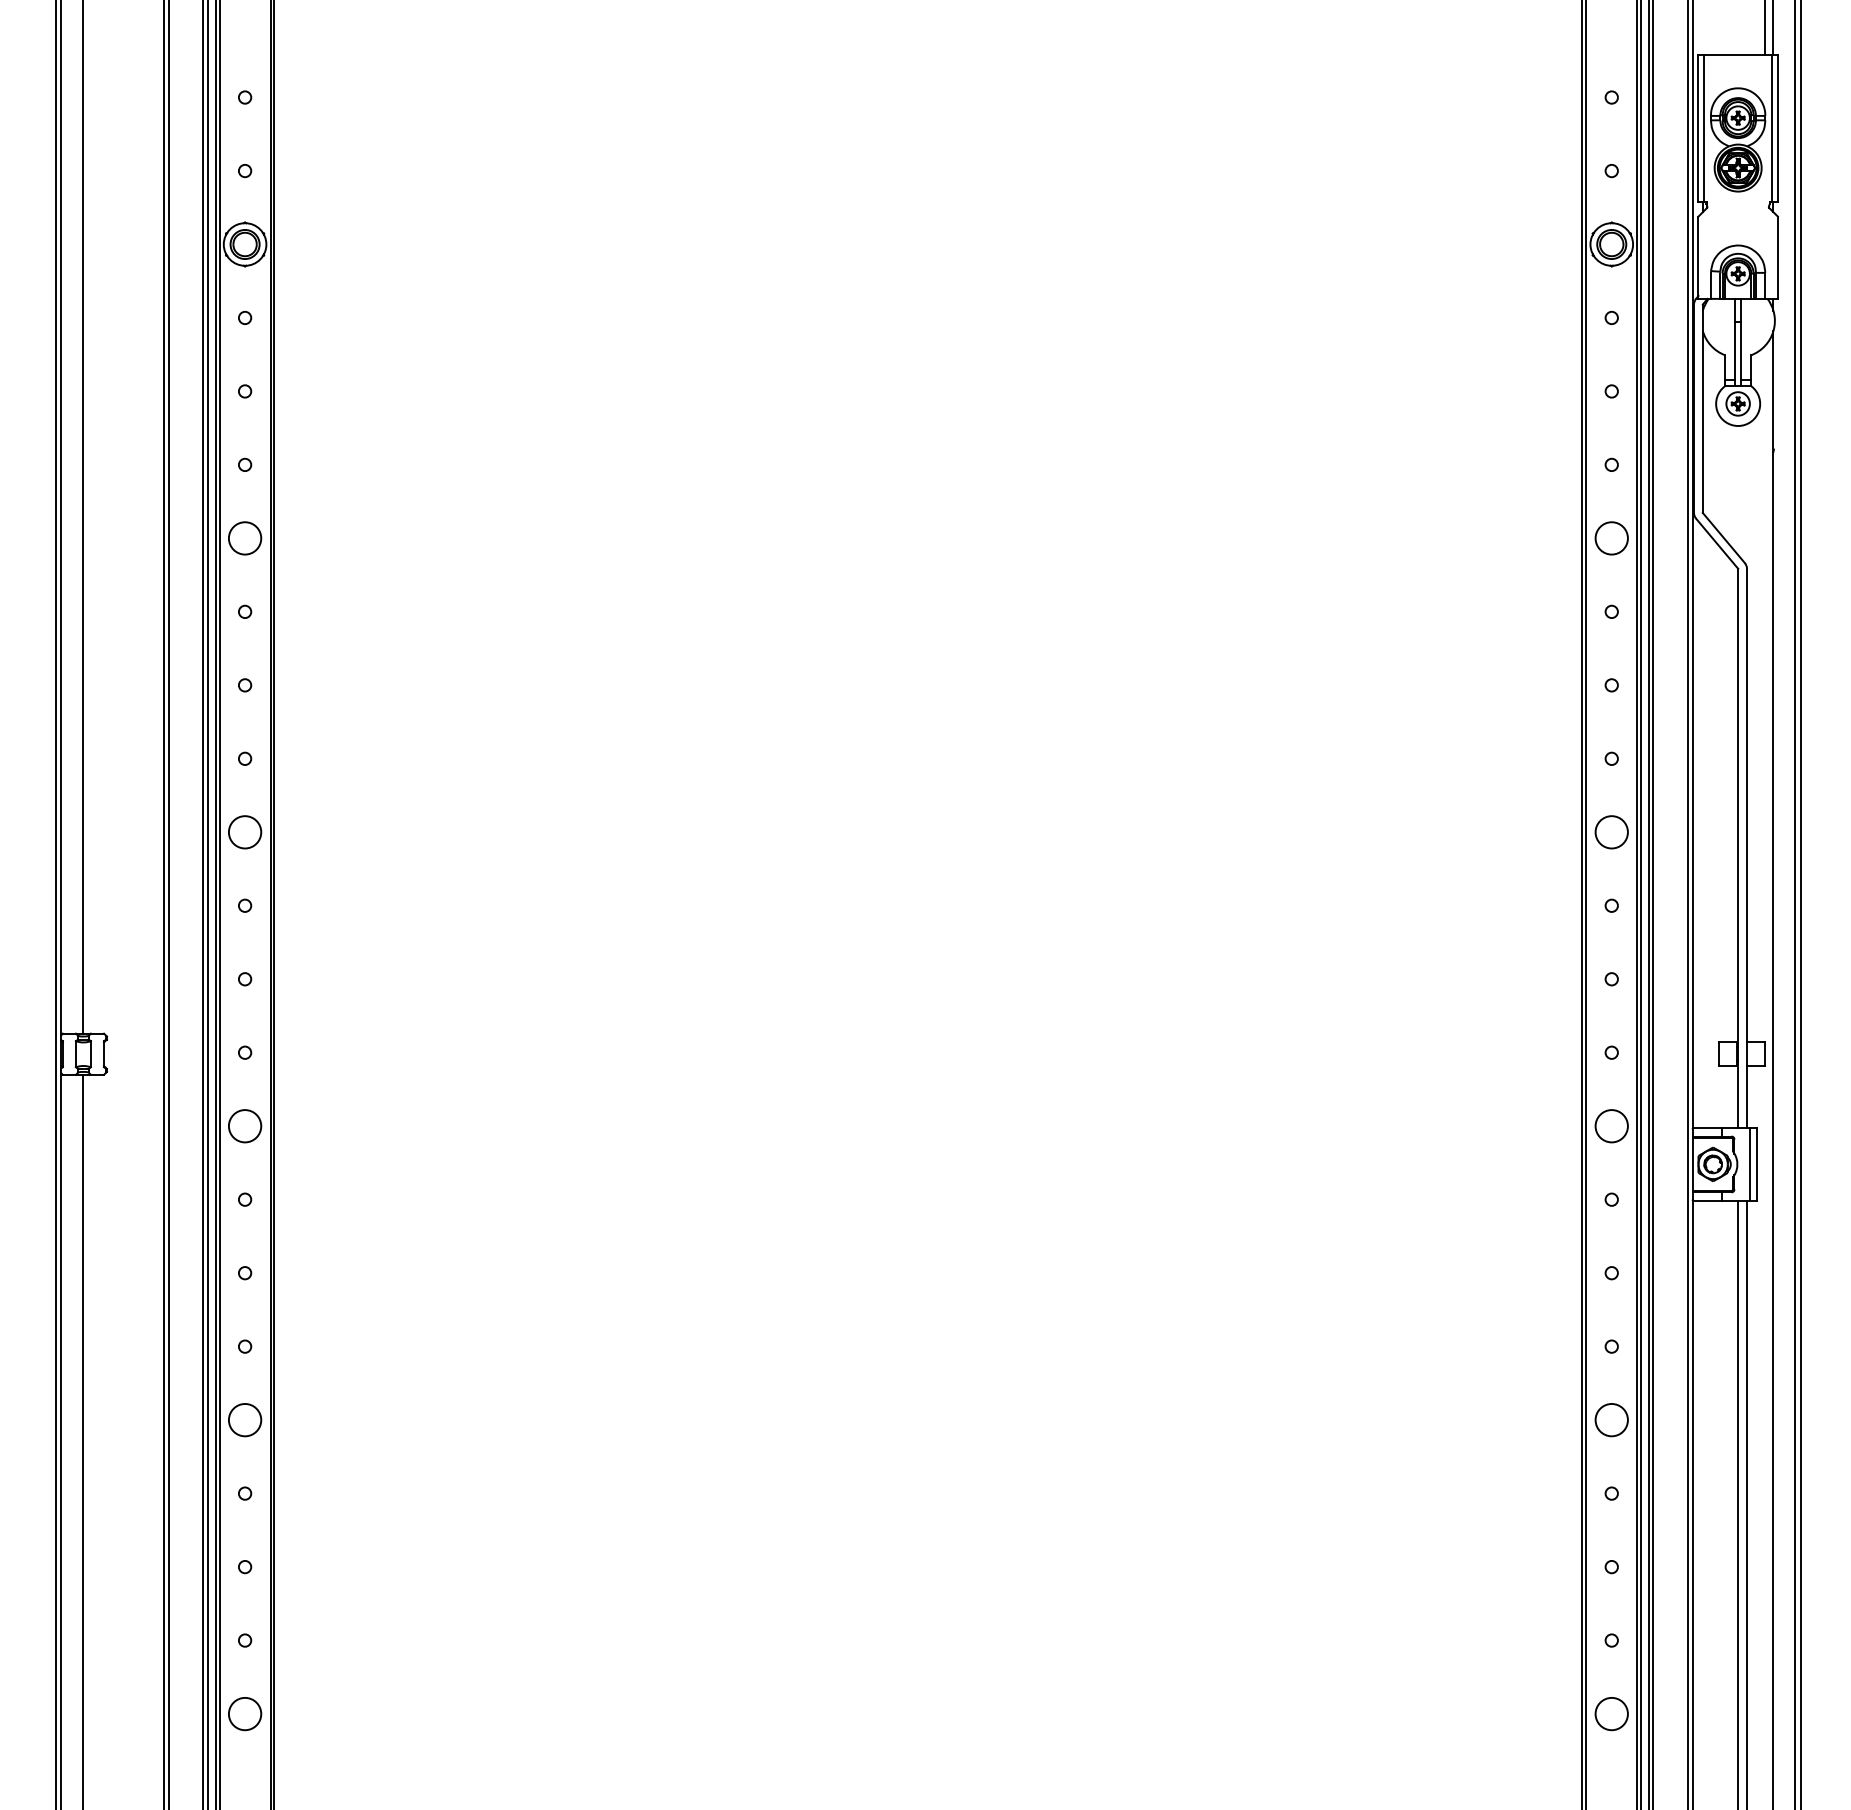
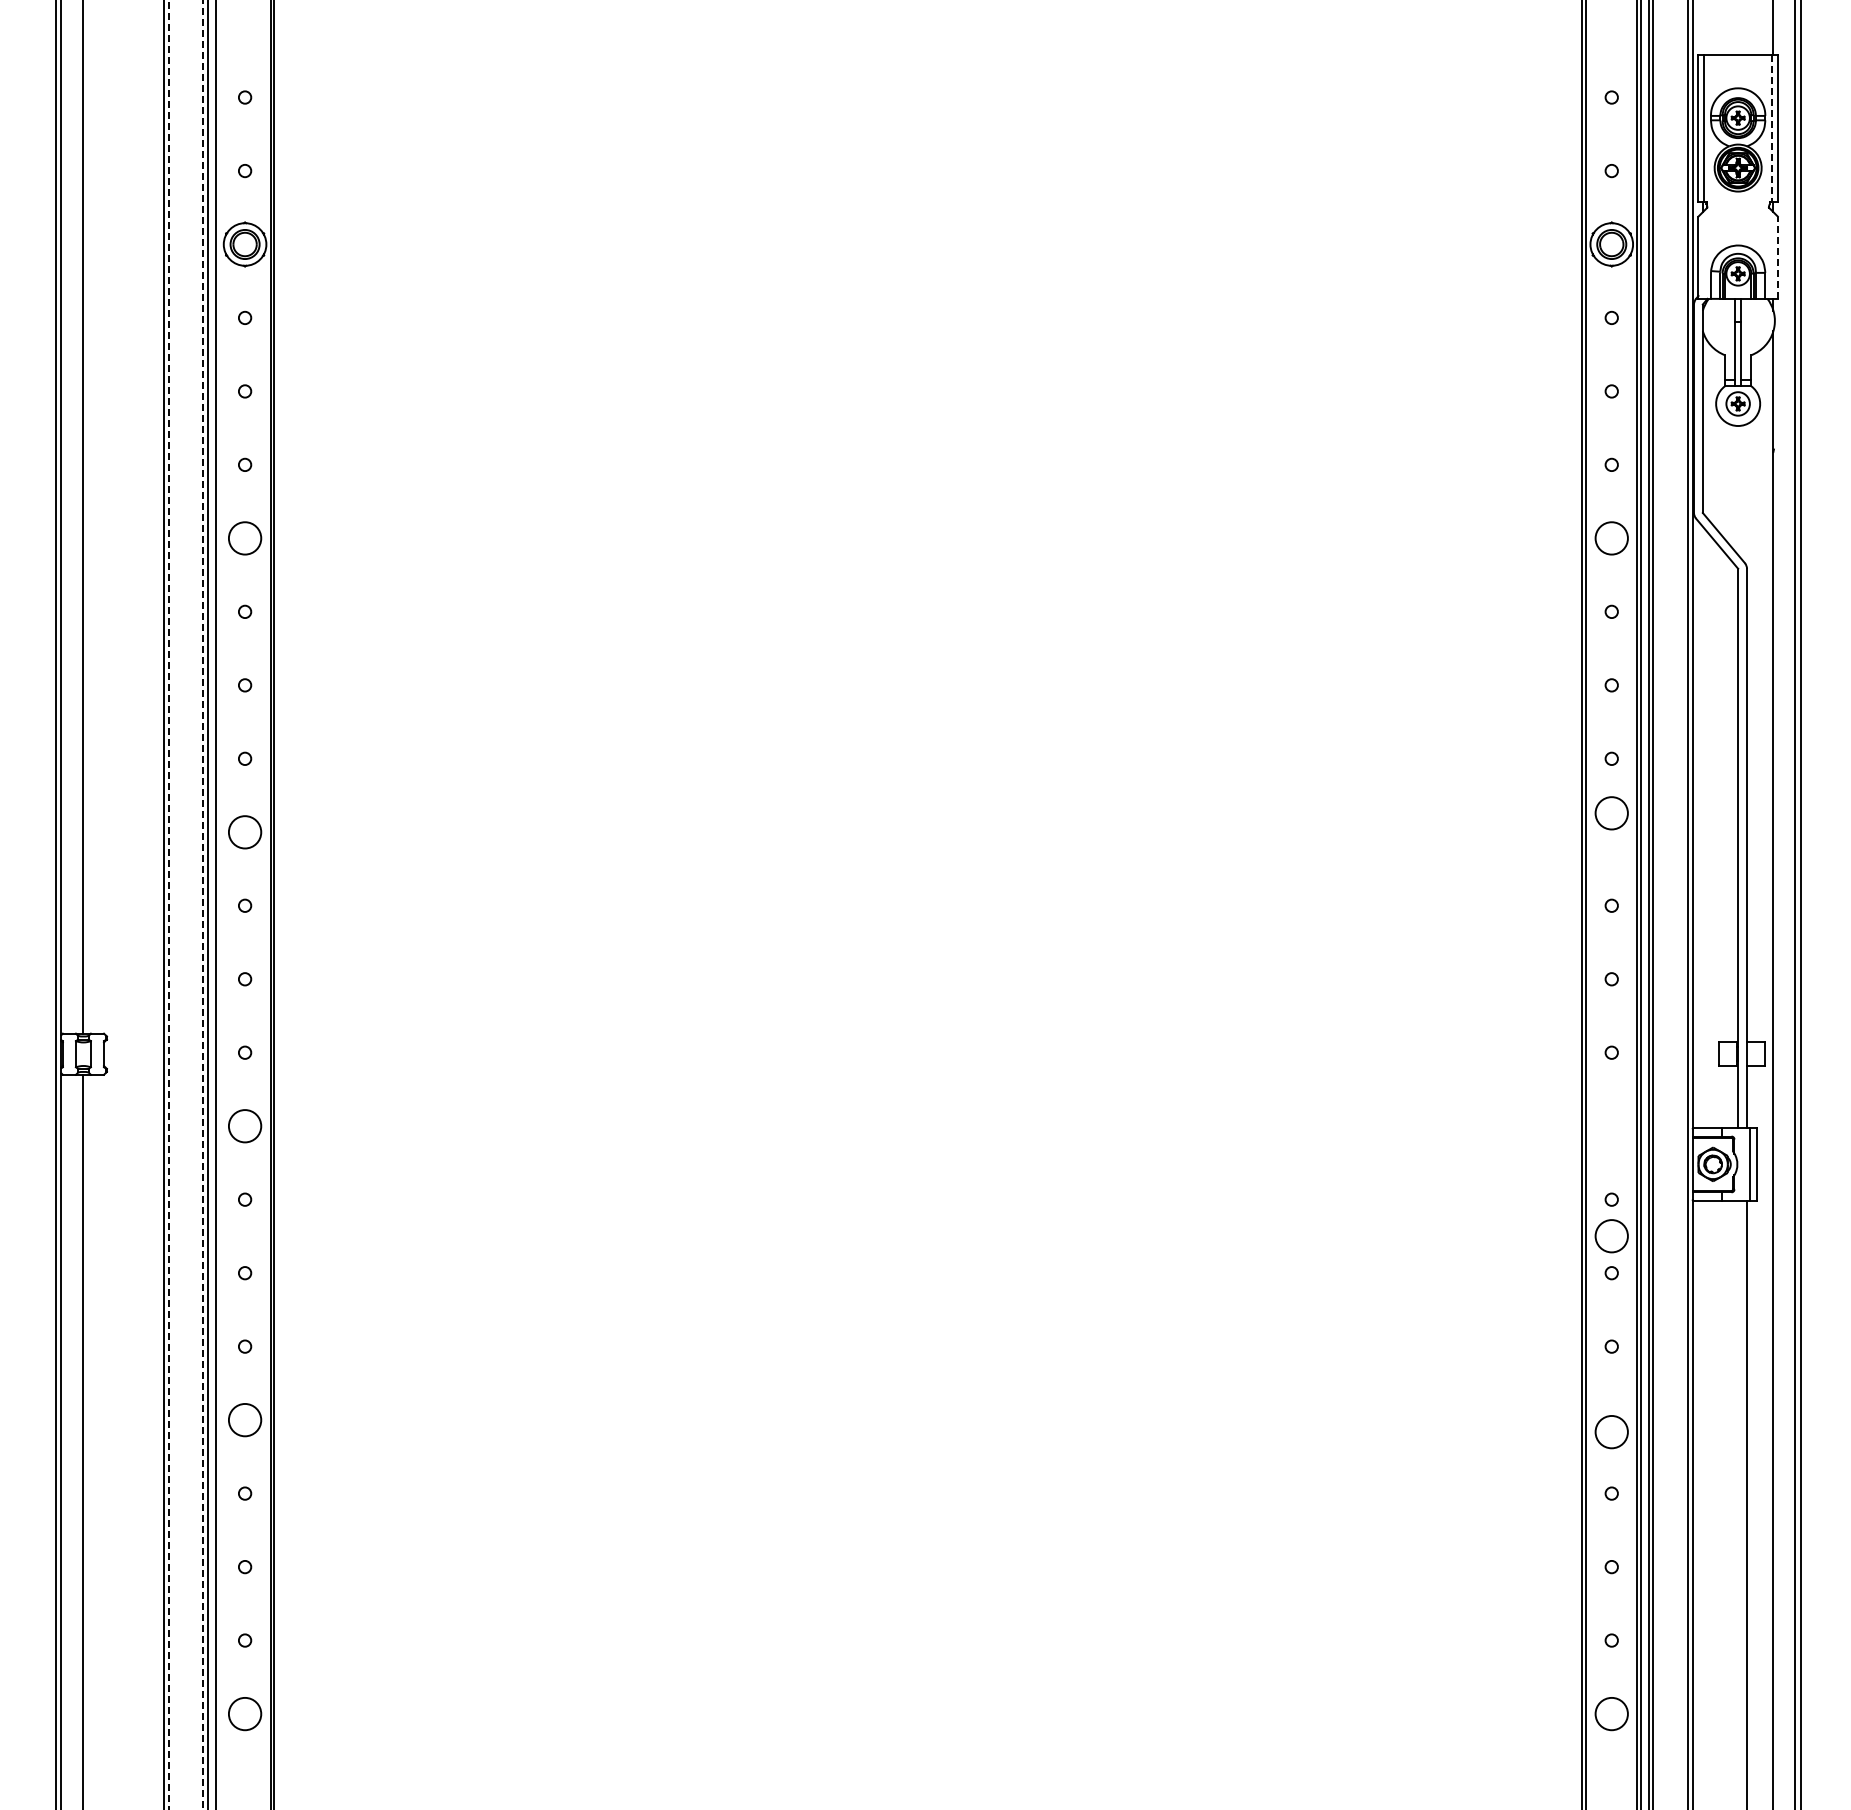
line at (1764, 28): present -> none
line at (1771, 128): solid -> dashed
line at (1777, 257): solid -> dashed
circle at (1611, 832) position: (1611, 832) -> (1611, 813)
line at (169, 904): solid -> dashed
line at (219, 904): present -> none
line at (203, 905): solid -> dashed
circle at (1611, 1126) position: (1611, 1126) -> (1611, 1236)
circle at (1611, 1420) position: (1611, 1420) -> (1611, 1432)
line at (1738, 1503): present -> none
